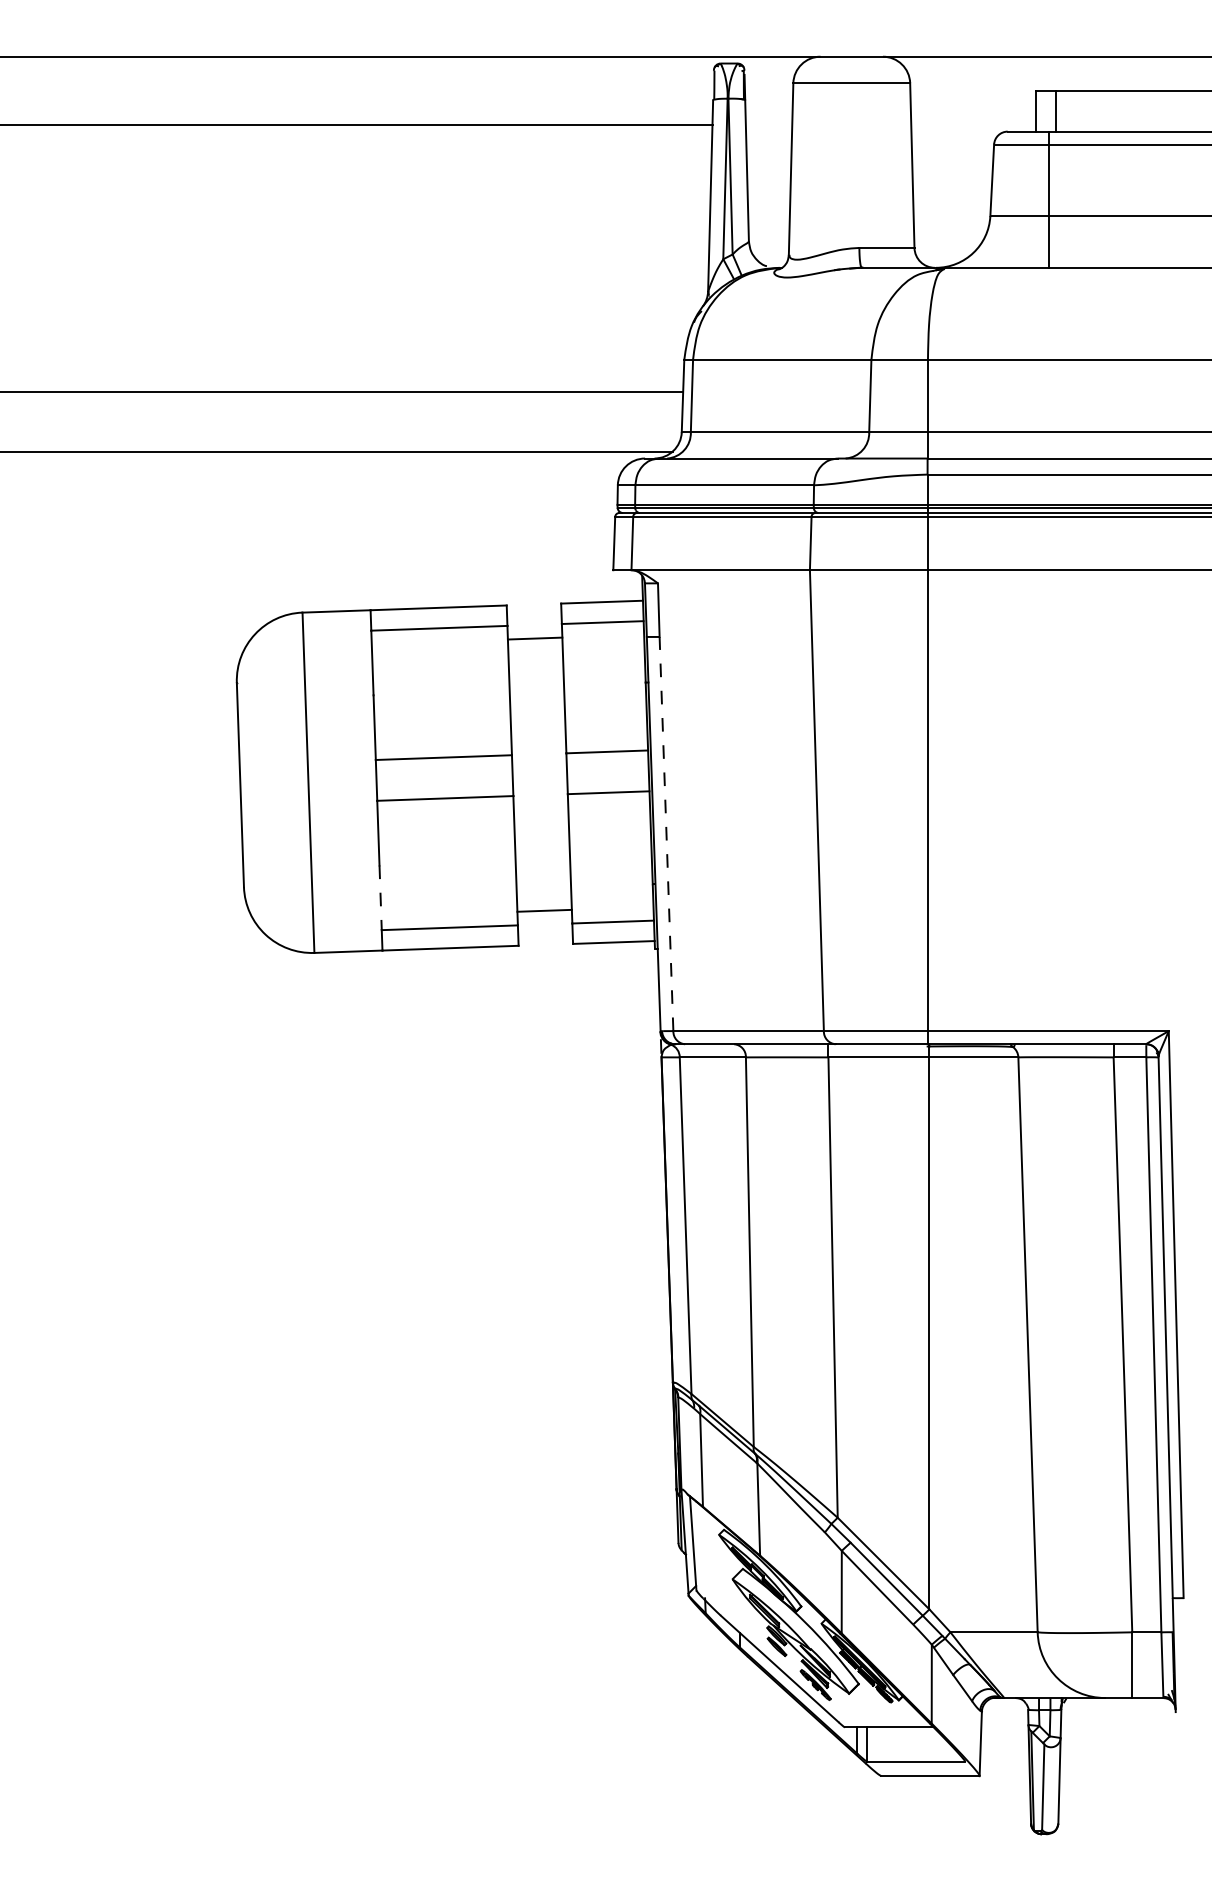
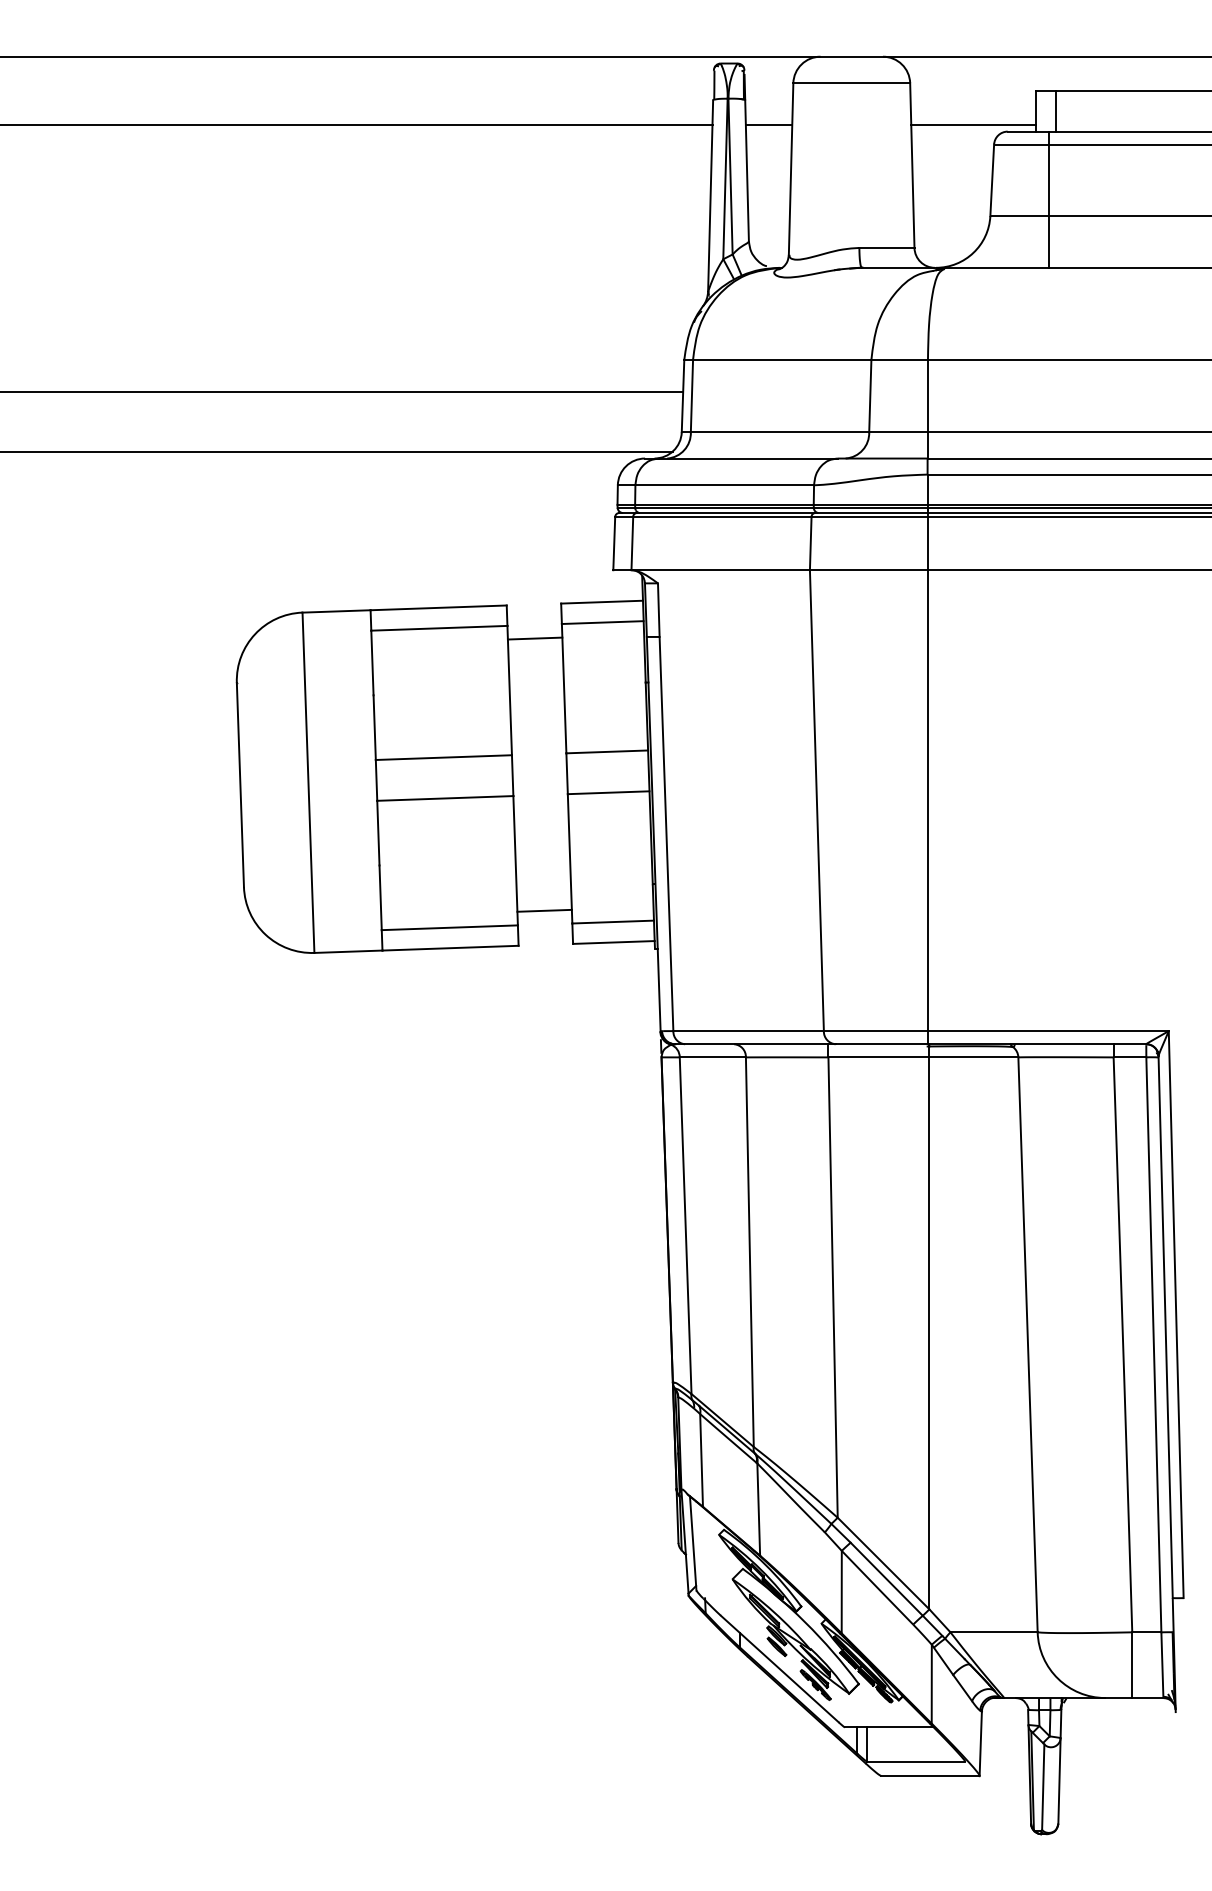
line at (768, 124): none -> present
line at (973, 124): none -> present
line at (666, 833): dashed -> solid
line at (380, 898): dashed -> solid
